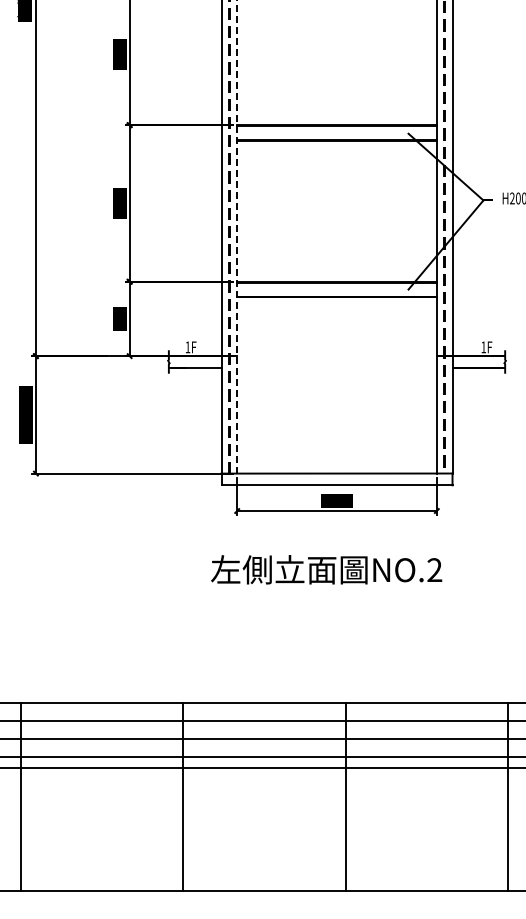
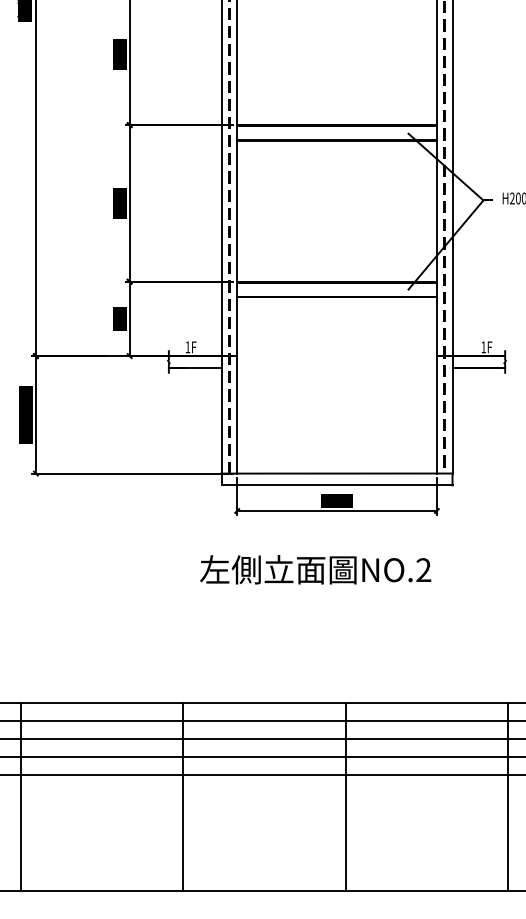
line at (237, 236): dashed -> solid
text at (326, 569) position: (326, 569) -> (315, 569)
line at (262, 767) position: (262, 767) -> (262, 774)
